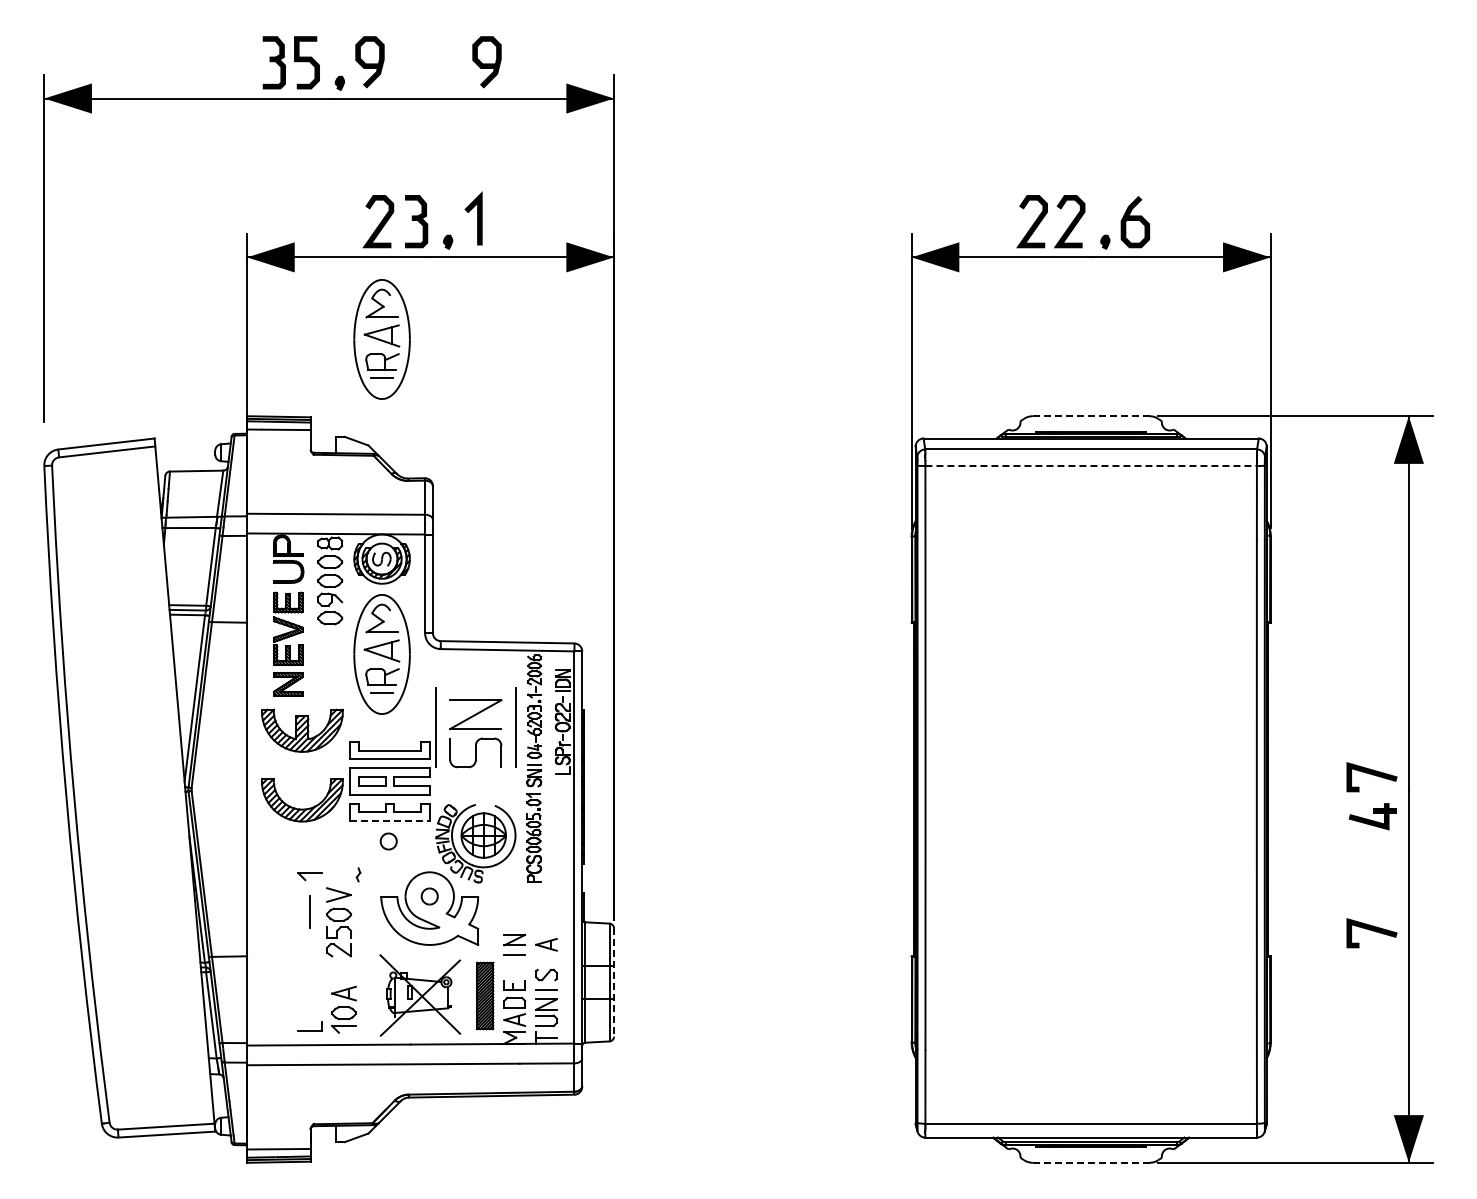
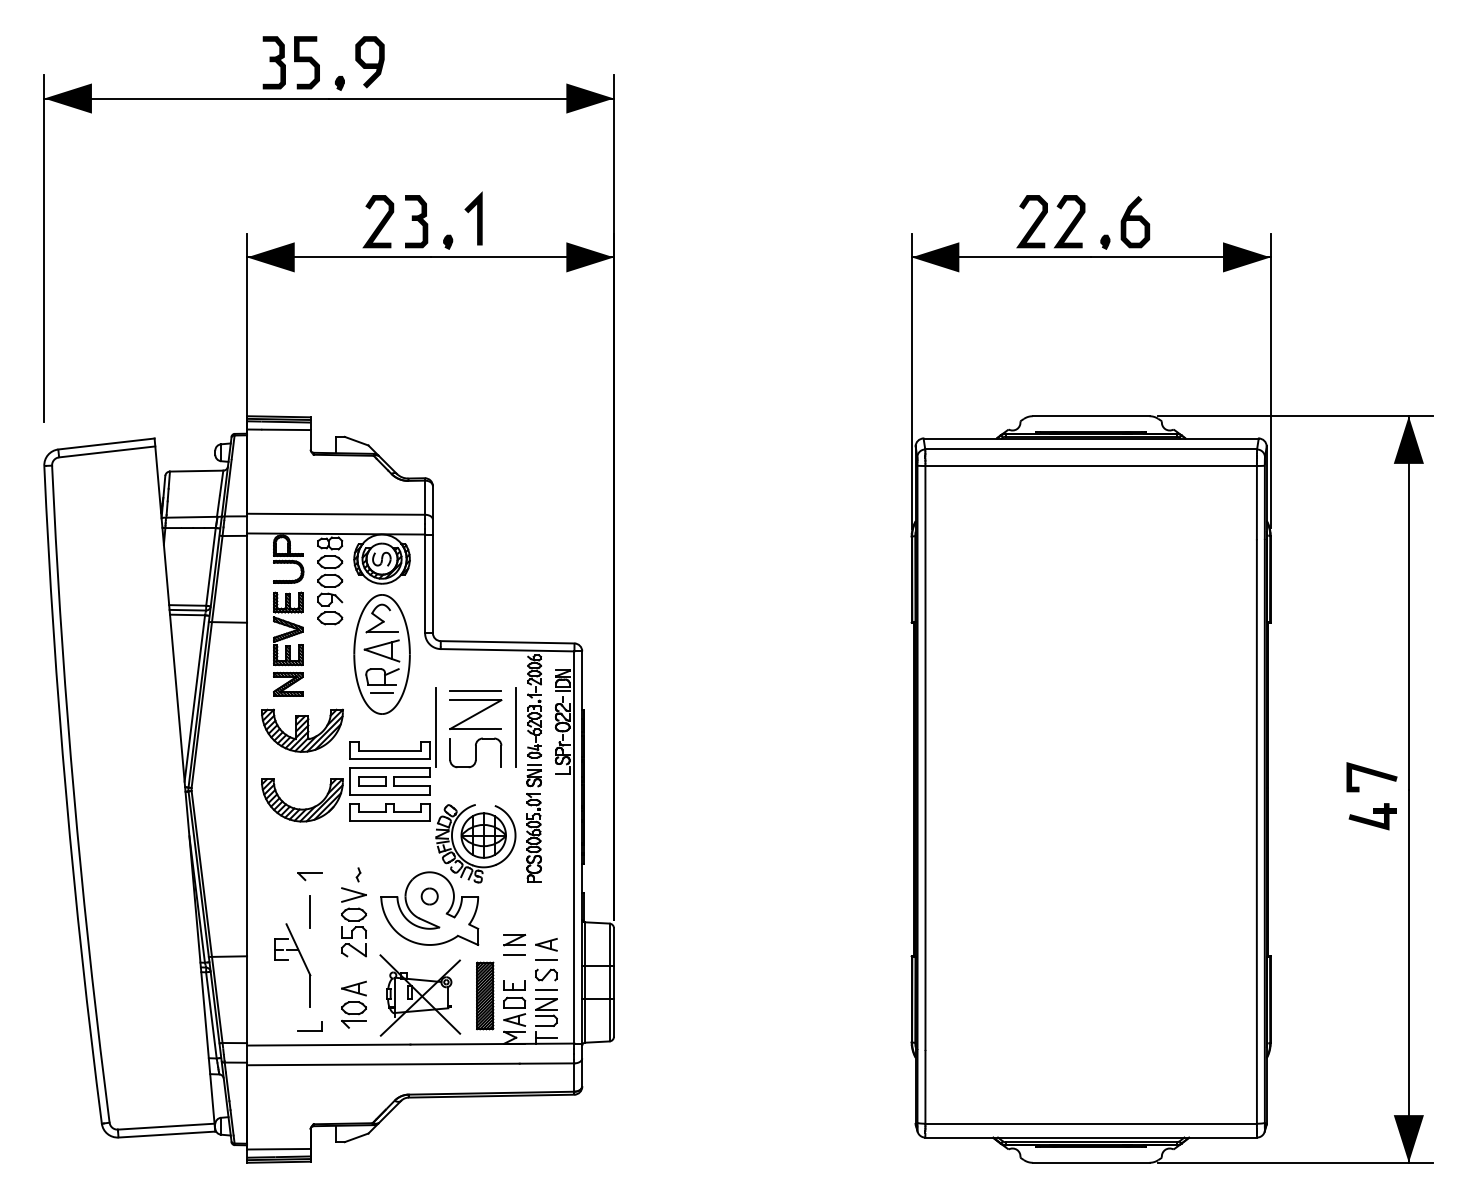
curve at (486, 63): present -> none
part at (381, 339): present -> none
line at (1091, 416): dashed -> solid
line at (1092, 466): dashed -> solid
line at (475, 690): none -> present
line at (389, 821): dashed -> solid
part at (388, 841): present -> none
part at (338, 922) position: (338, 922) -> (353, 922)
line at (1372, 931): present -> none
line at (546, 959): none -> present
part at (288, 960): none -> present
line at (614, 983): dashed -> solid
part at (343, 1009) position: (343, 1009) -> (353, 1004)
line at (1091, 1162): dashed -> solid
